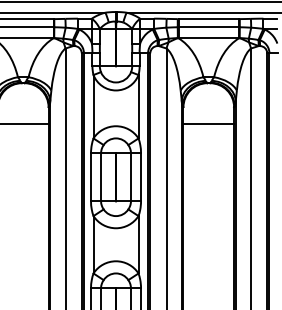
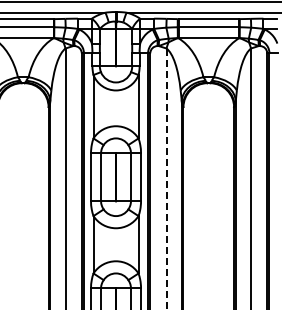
line at (25, 124): present -> none
line at (208, 124): present -> none
line at (166, 178): solid -> dashed
